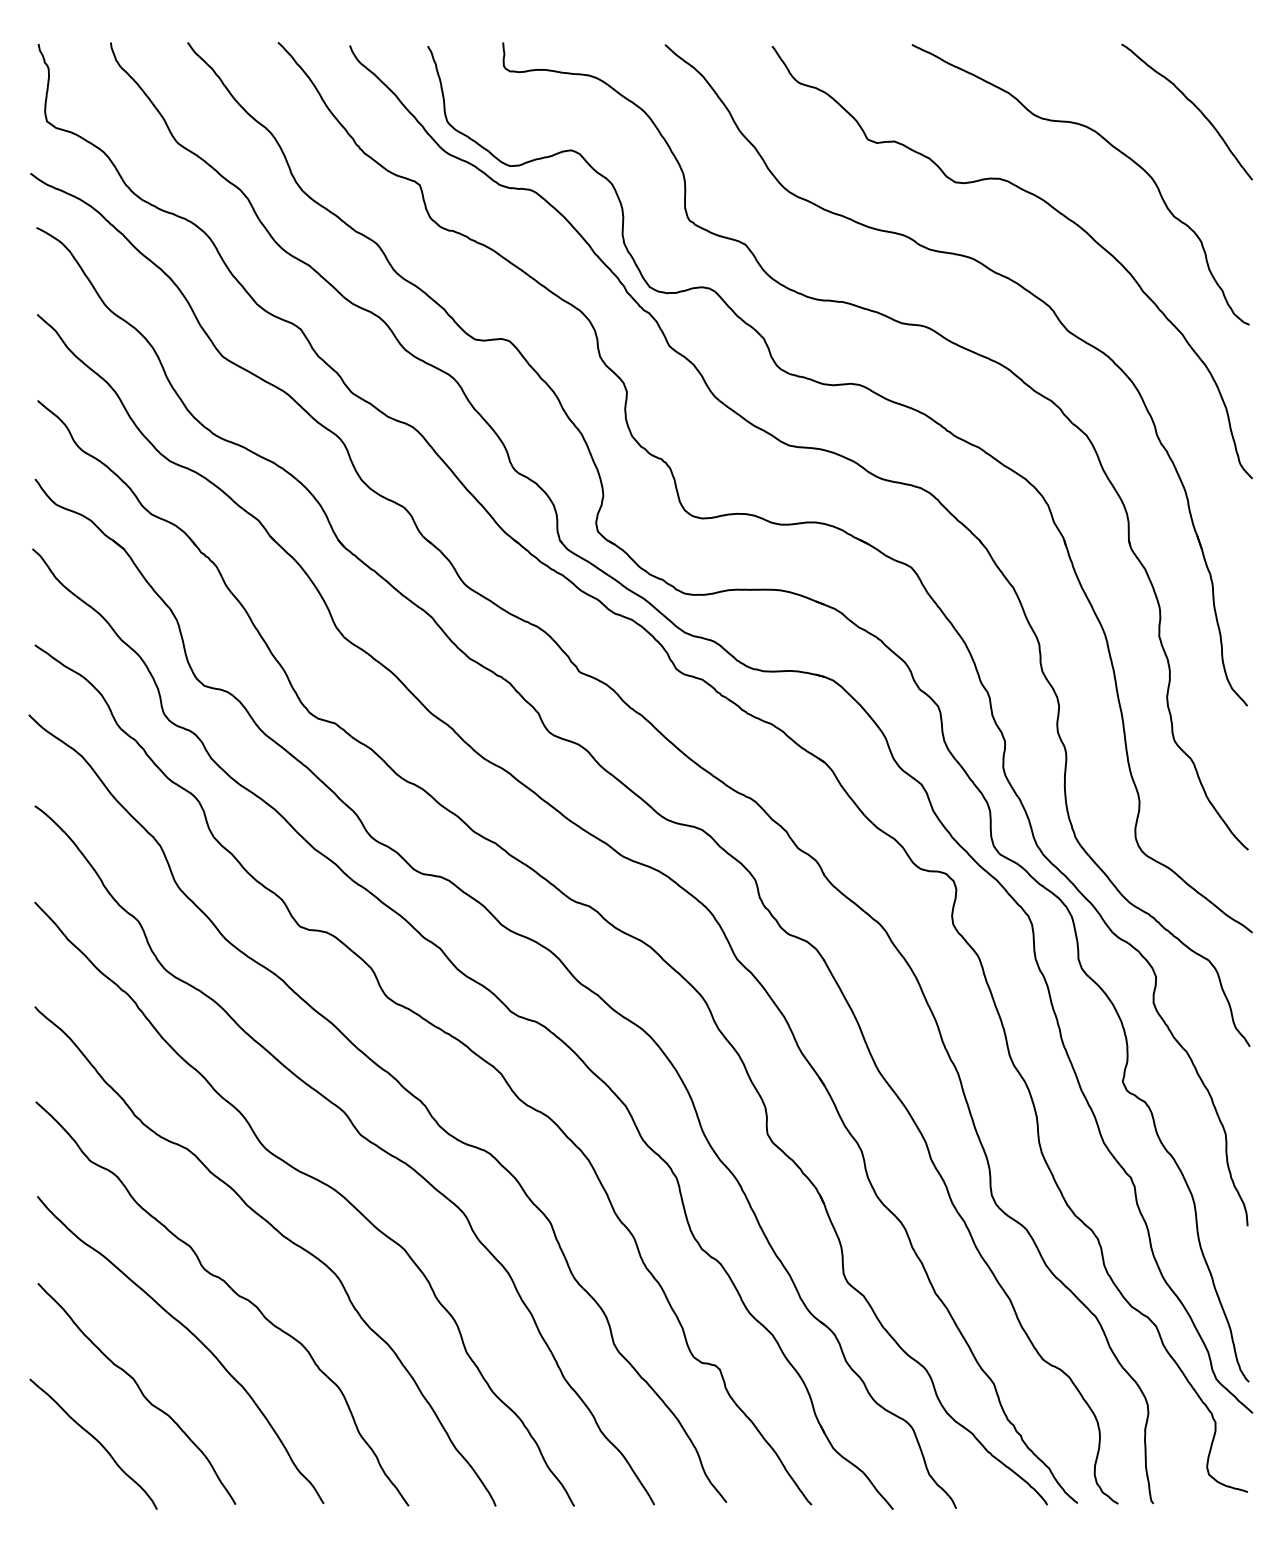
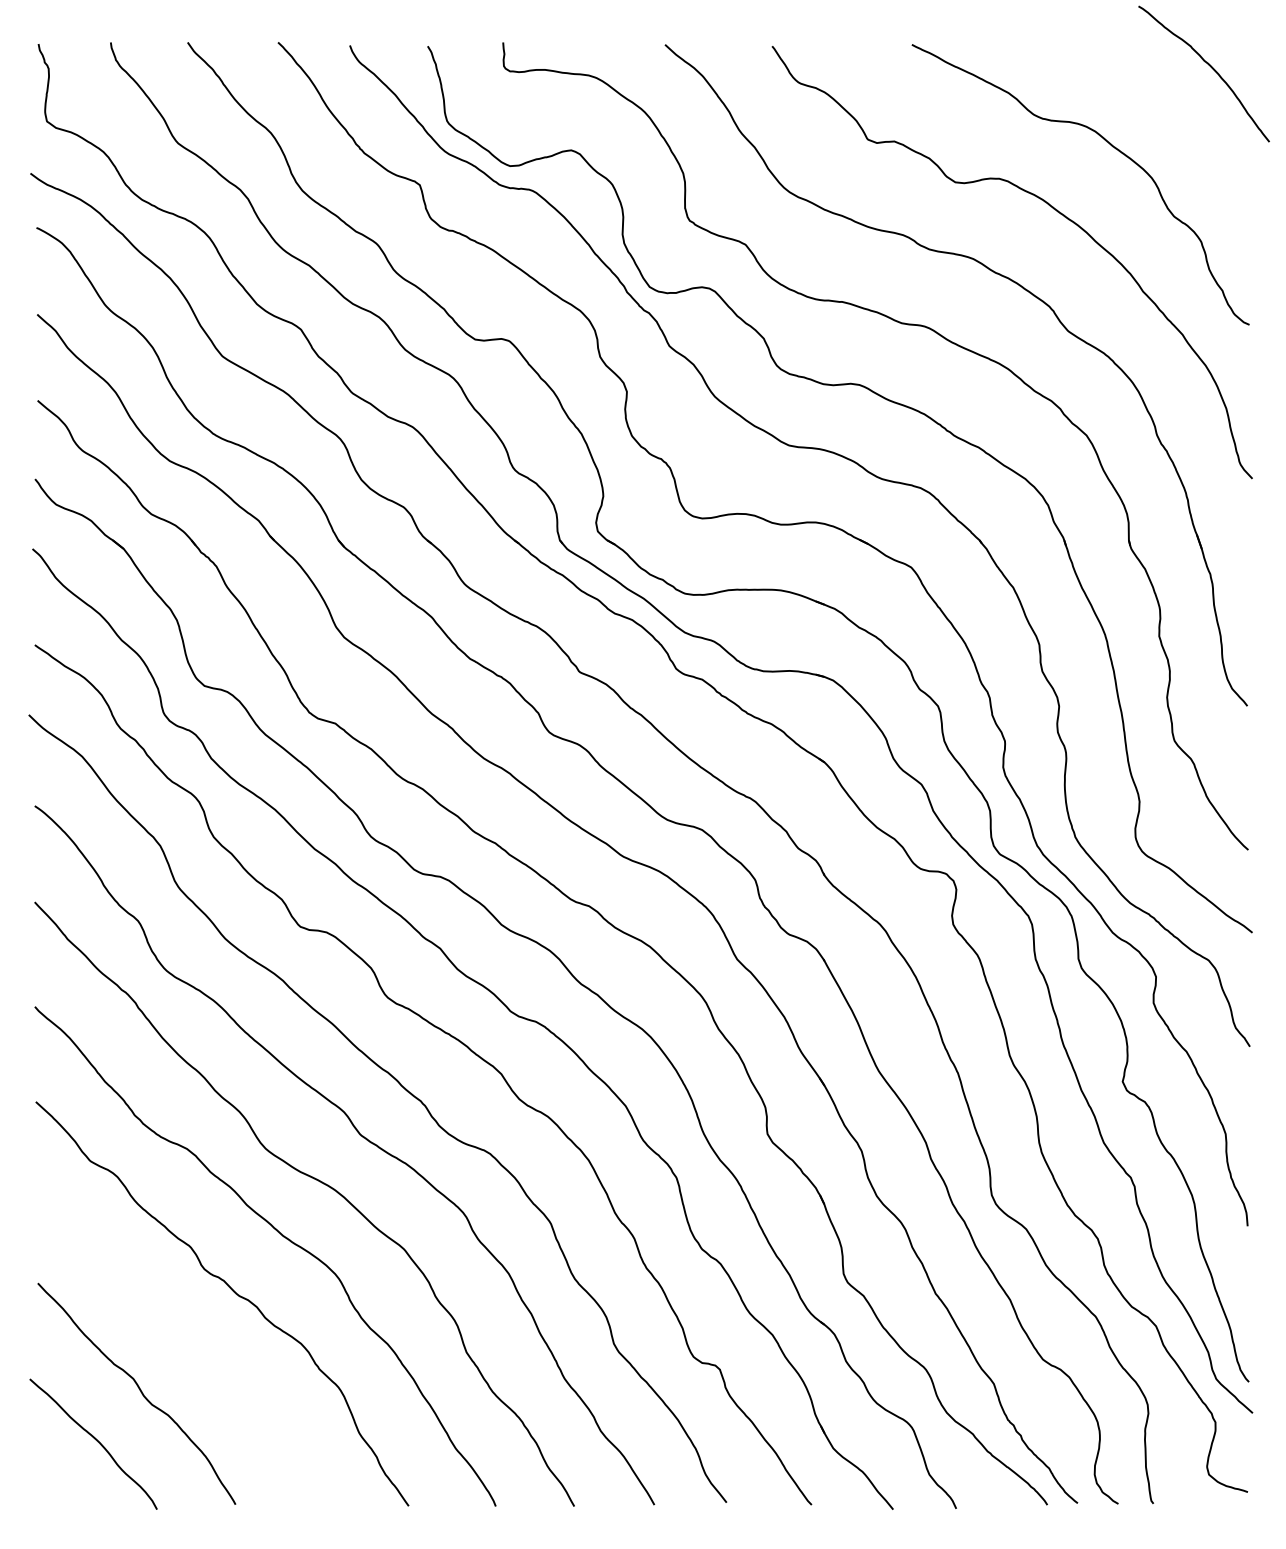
curve at (1192, 104) position: (1192, 104) -> (1209, 66)
curve at (192, 1335): present -> none
